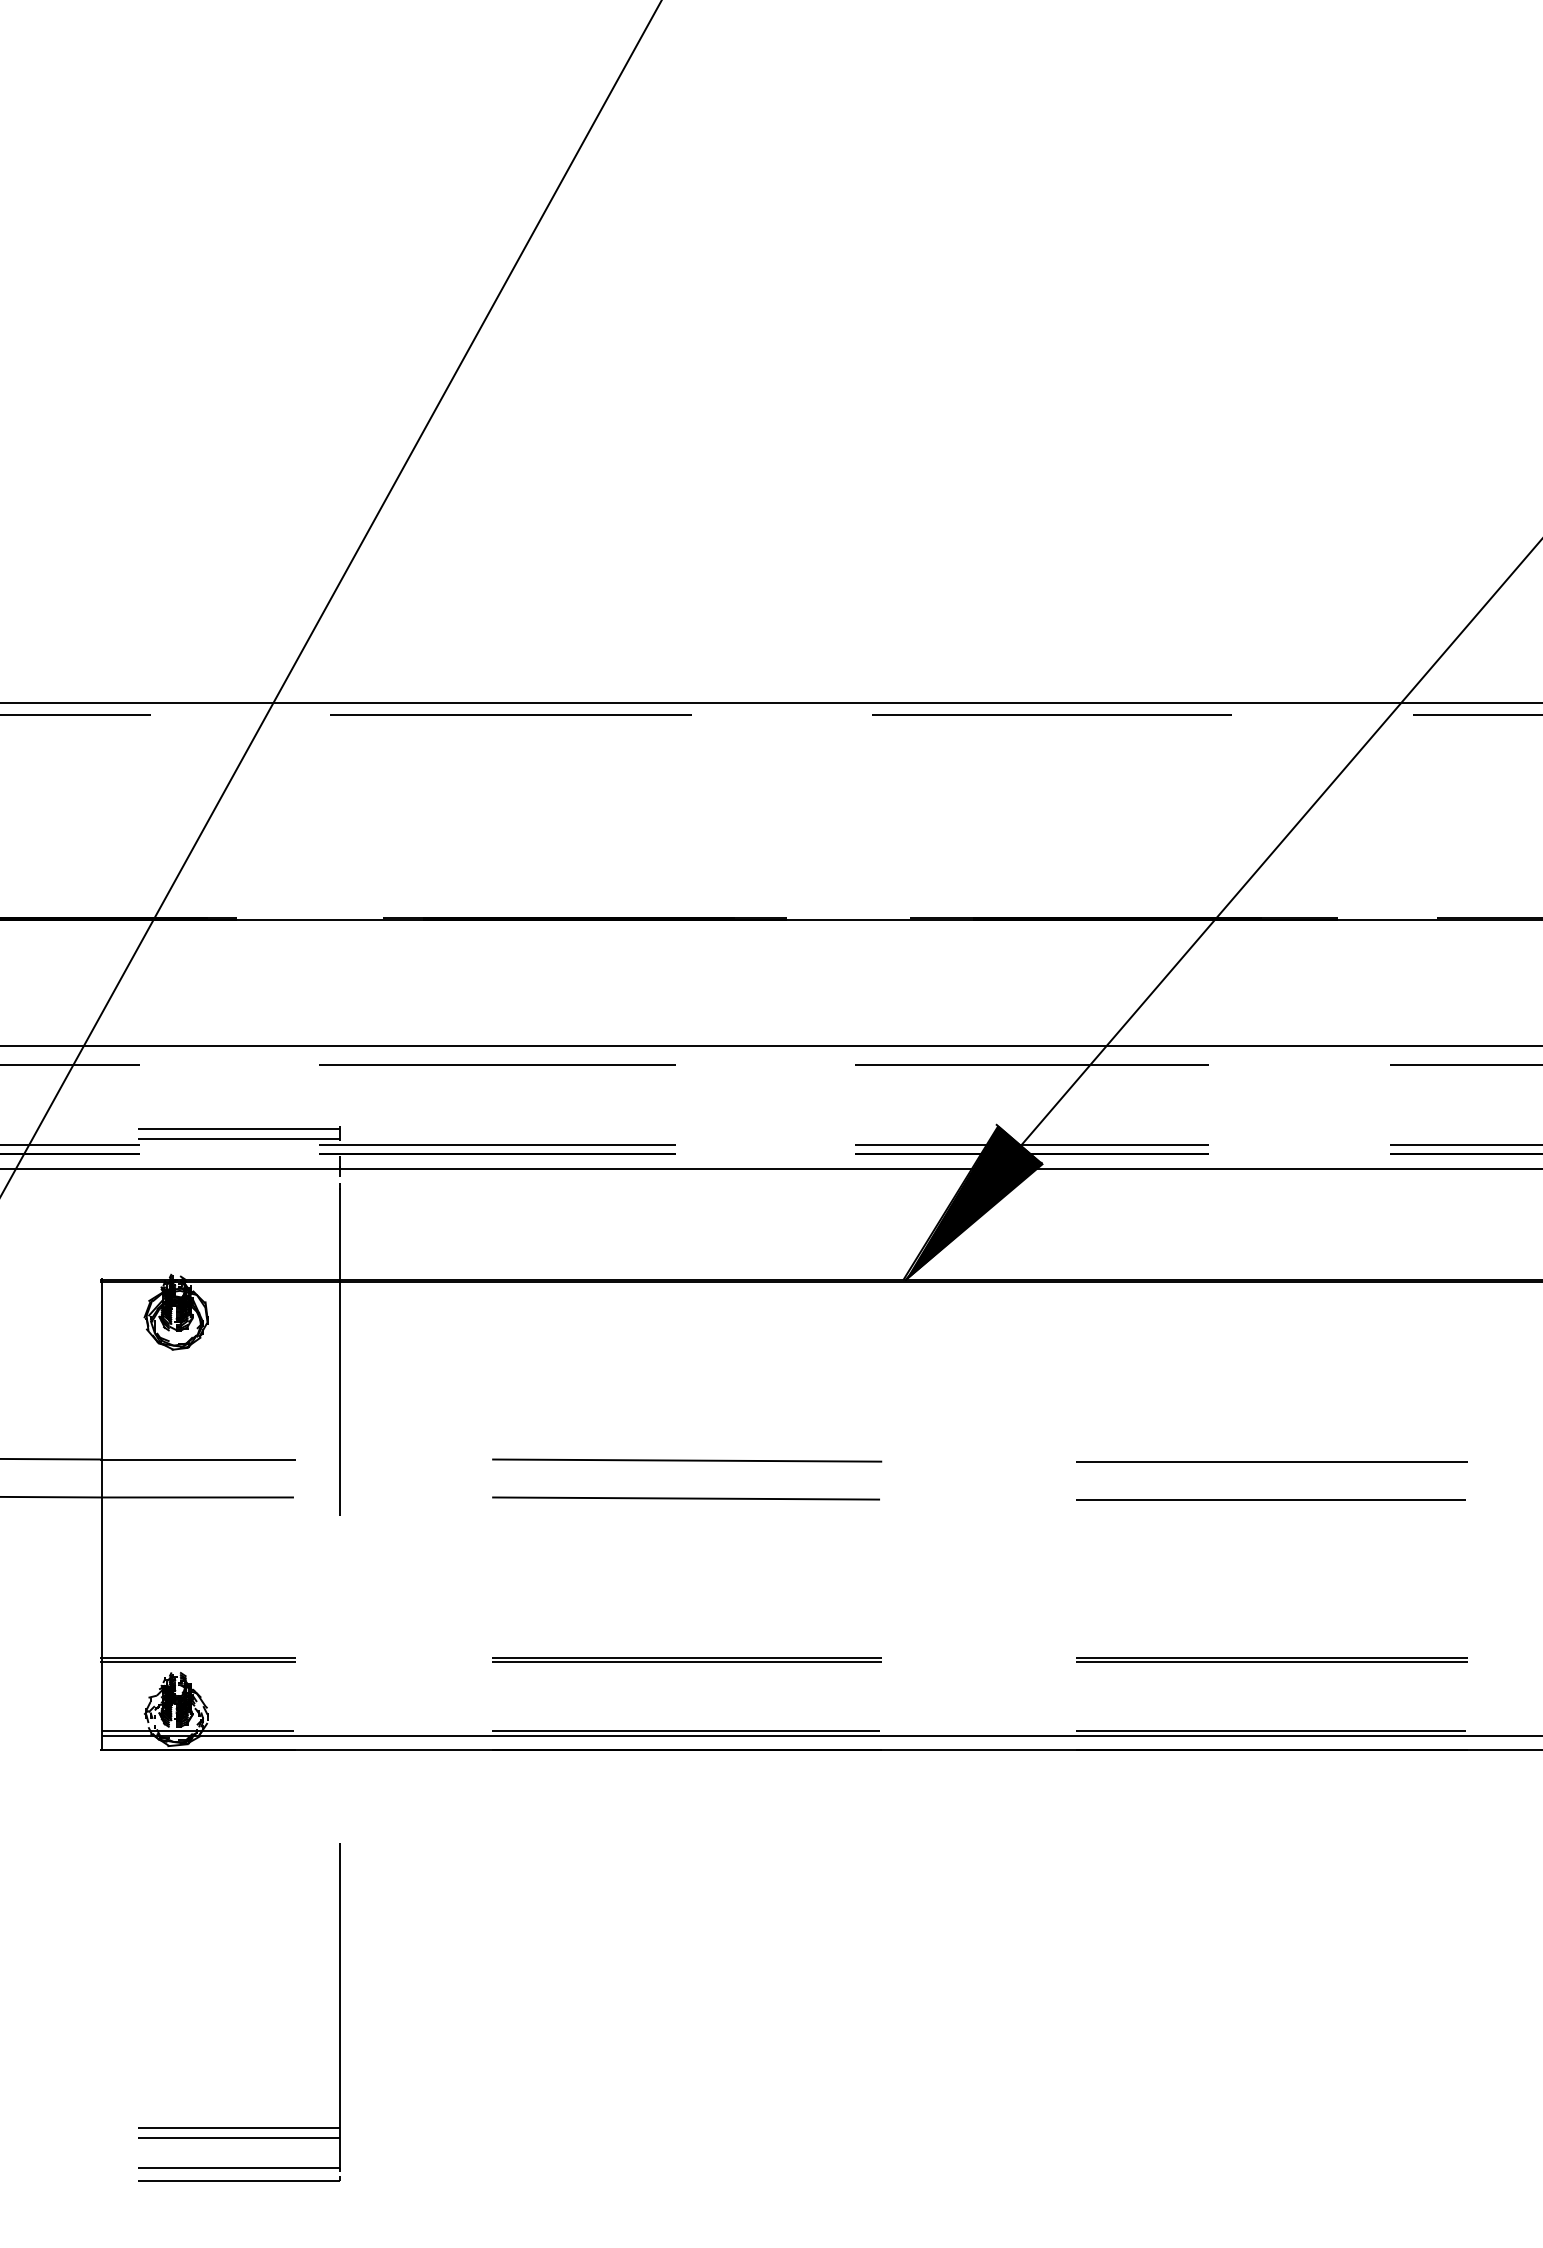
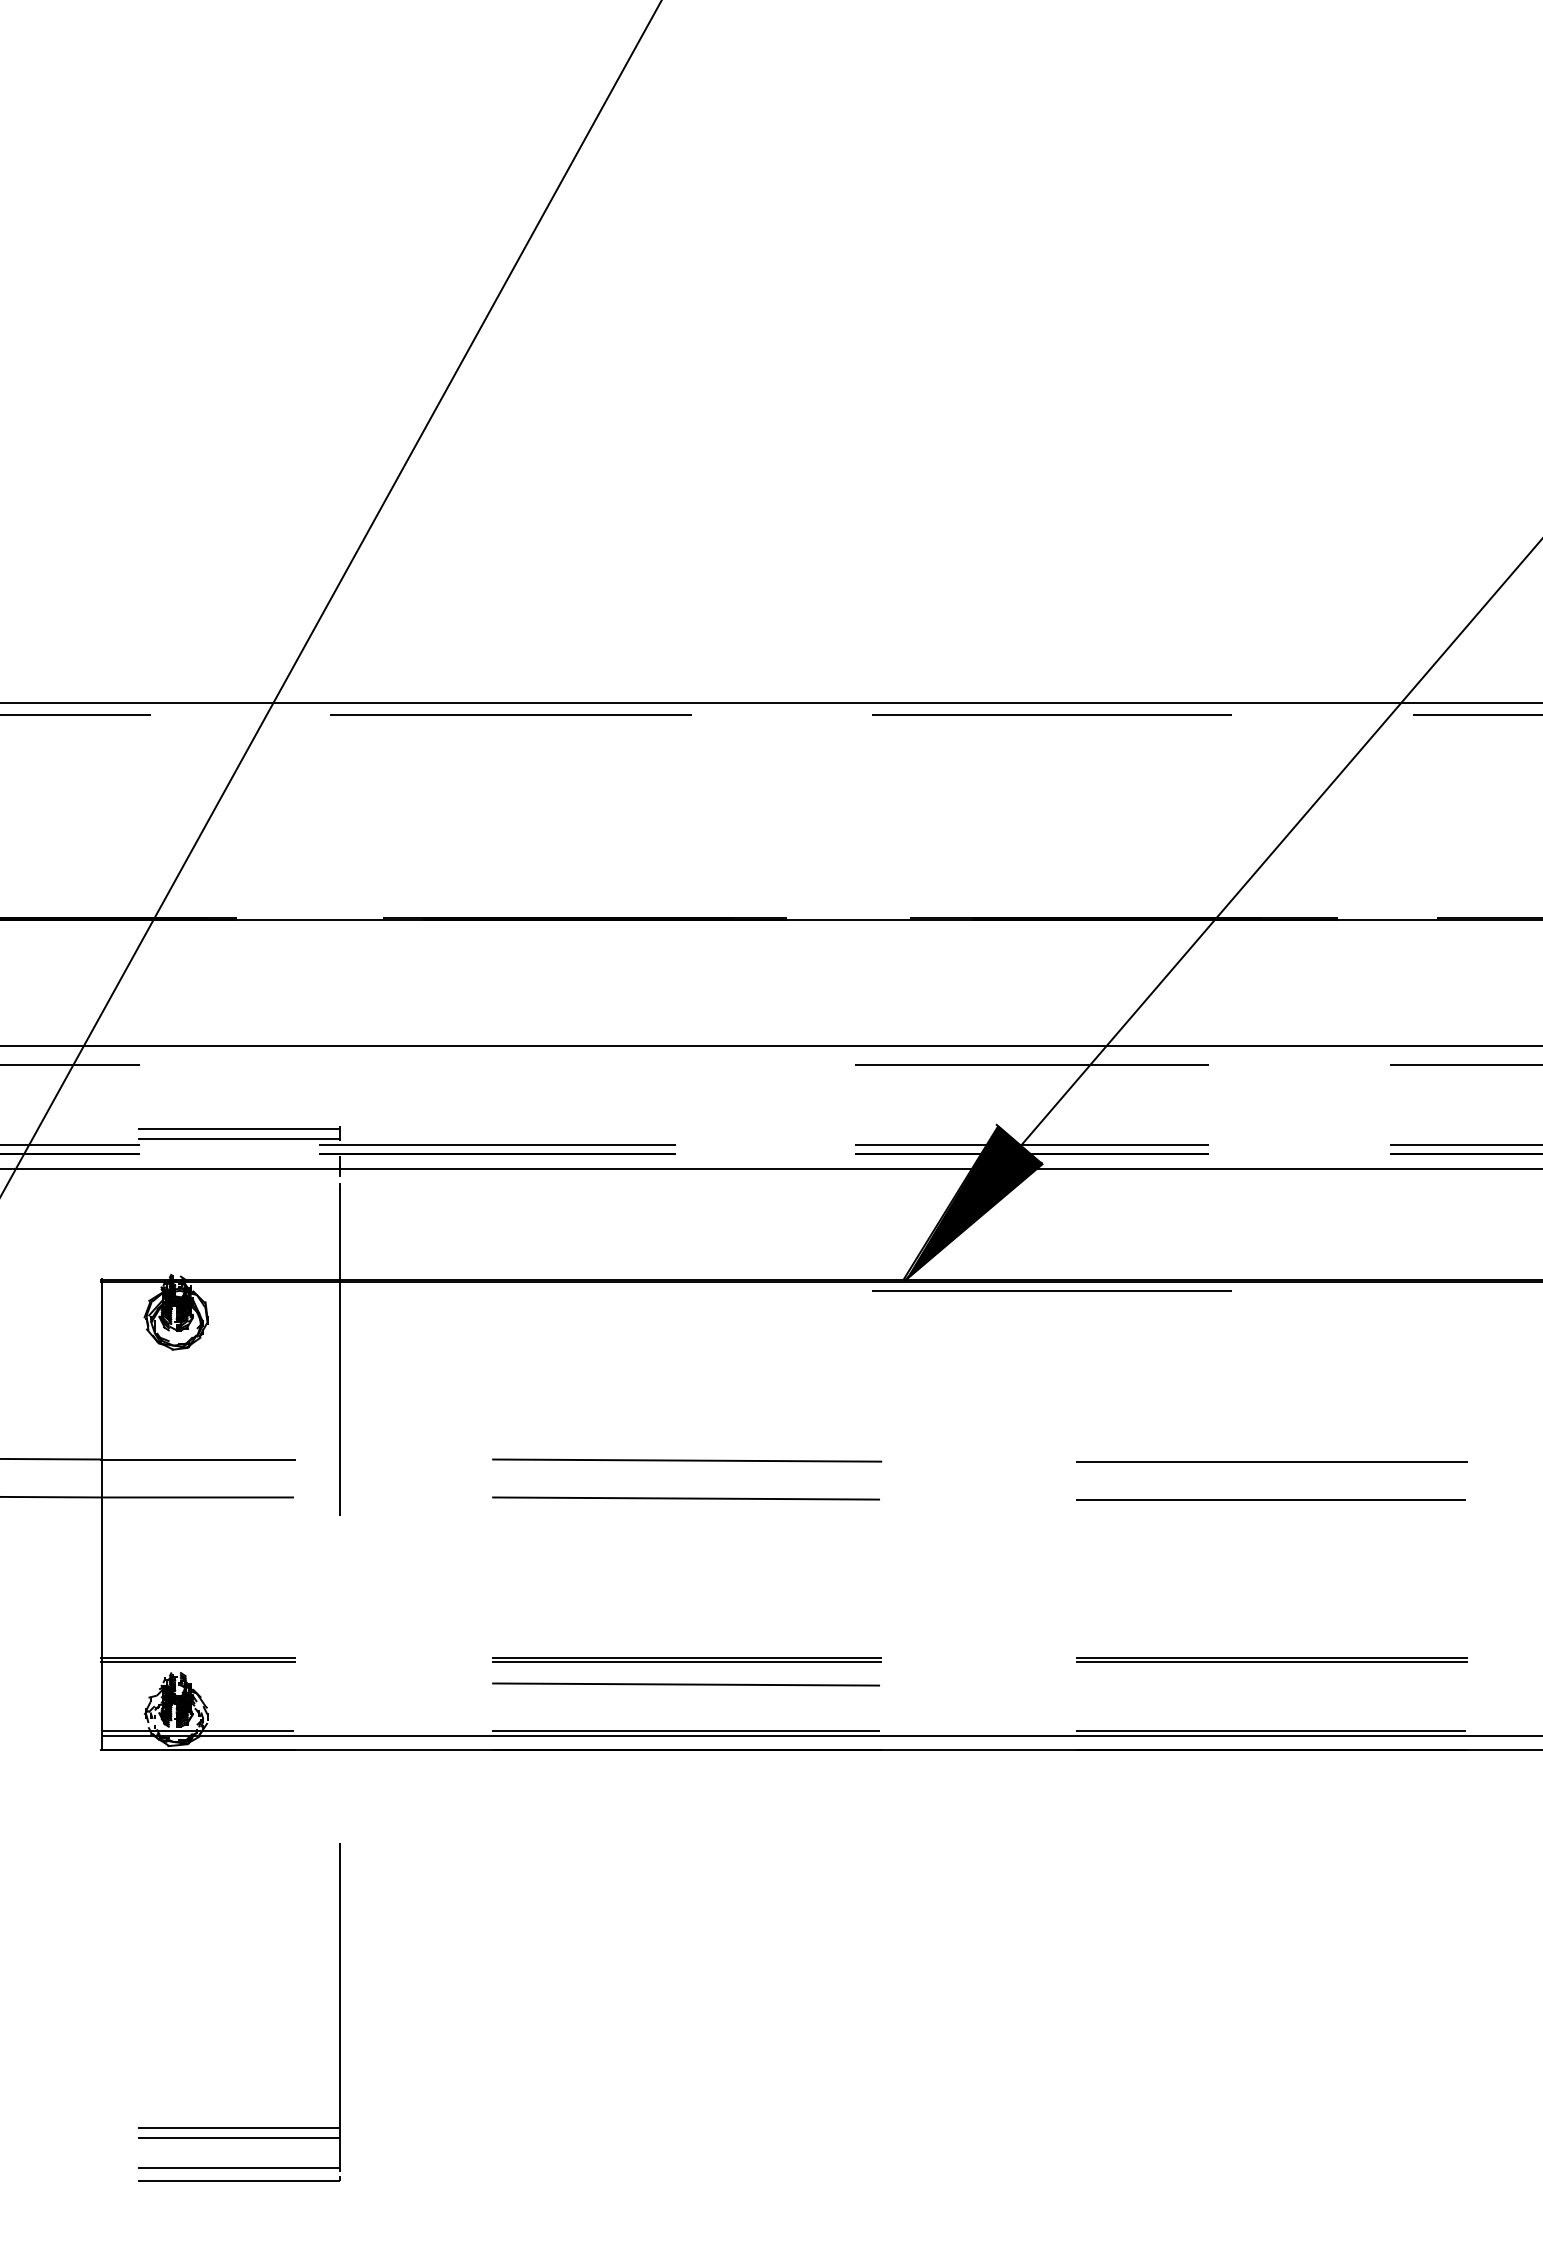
line at (497, 1064): present -> none
line at (1051, 1290): none -> present
line at (685, 1684): none -> present
